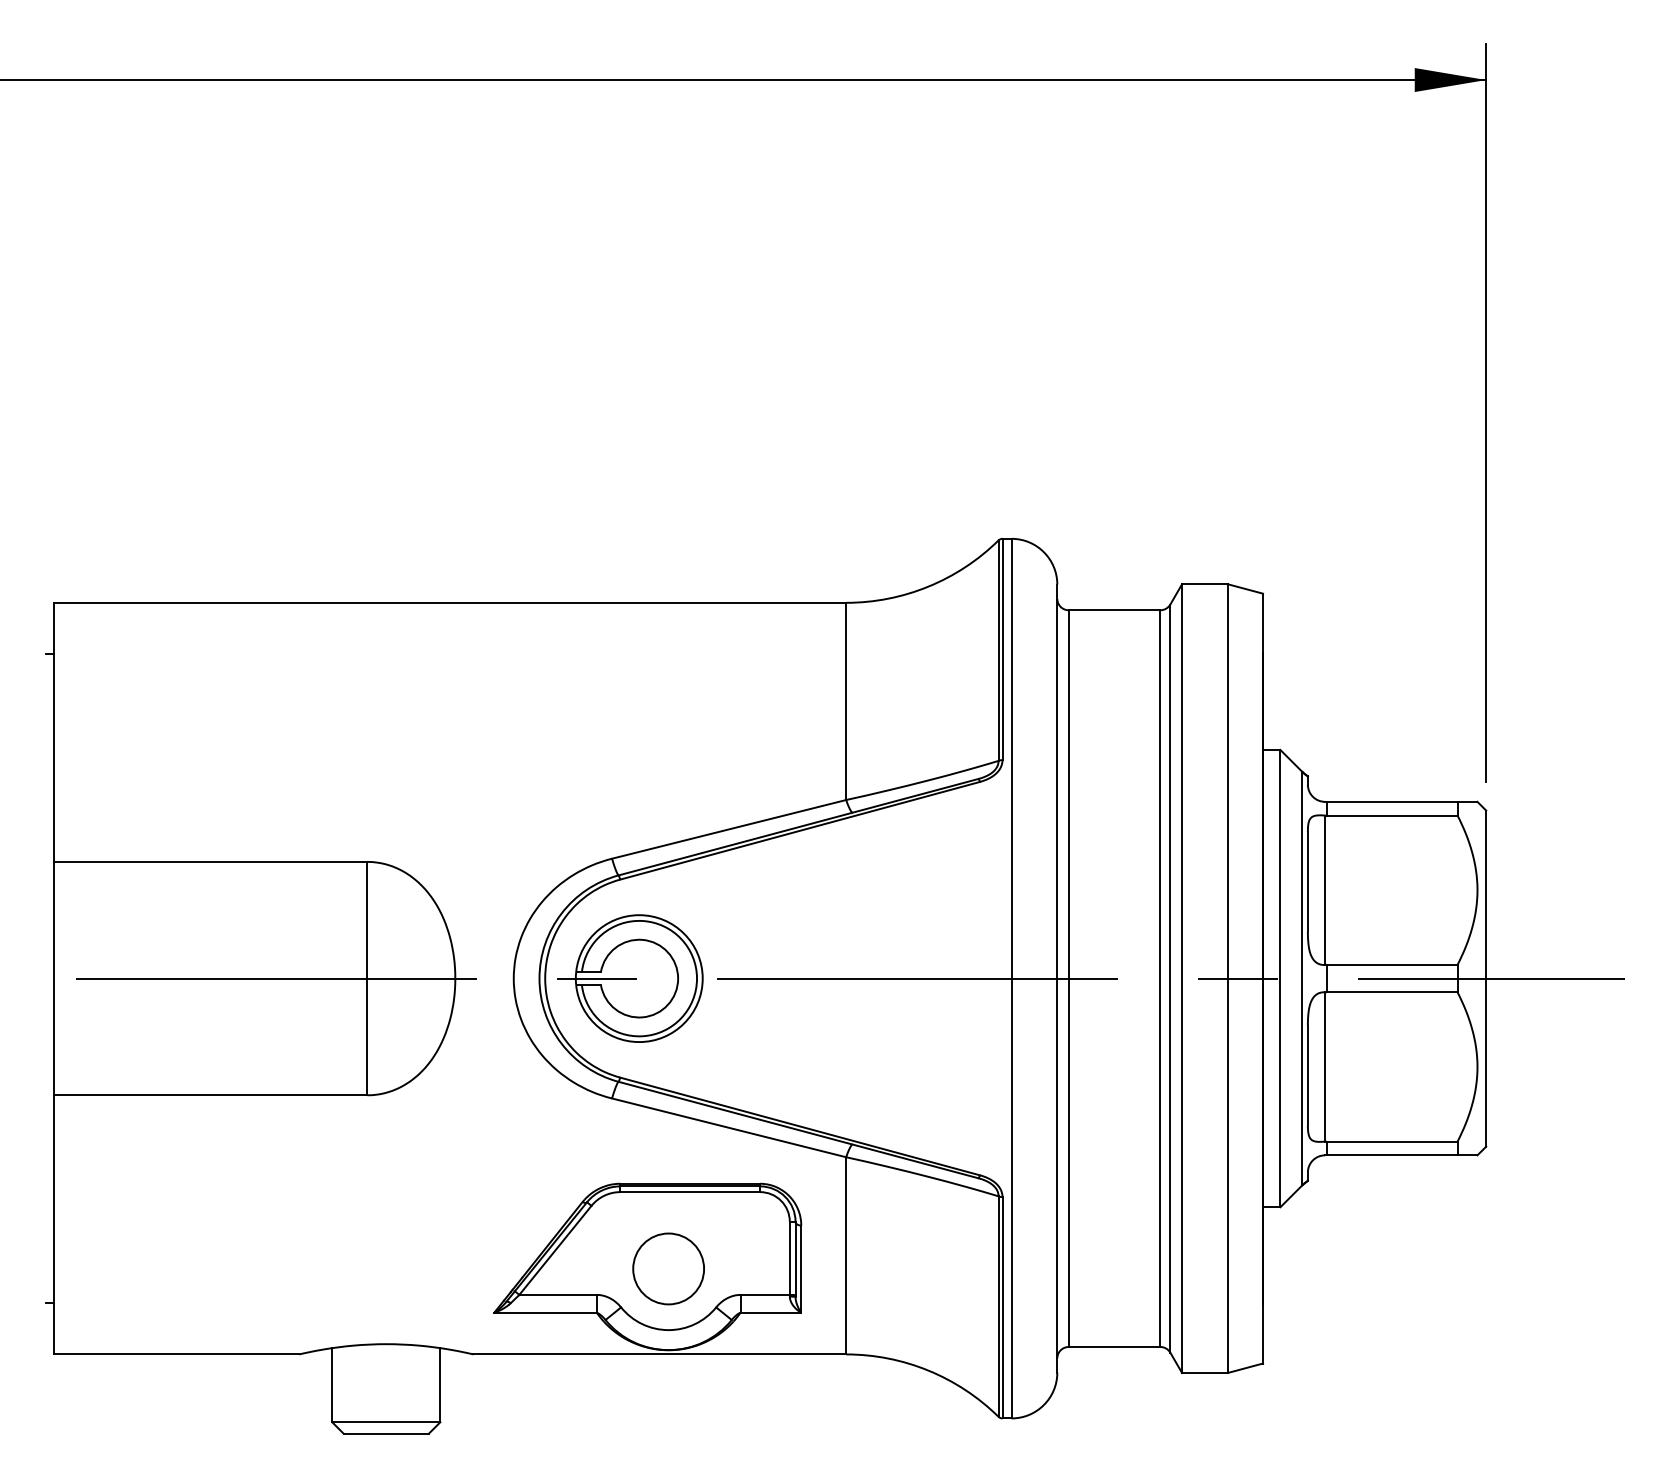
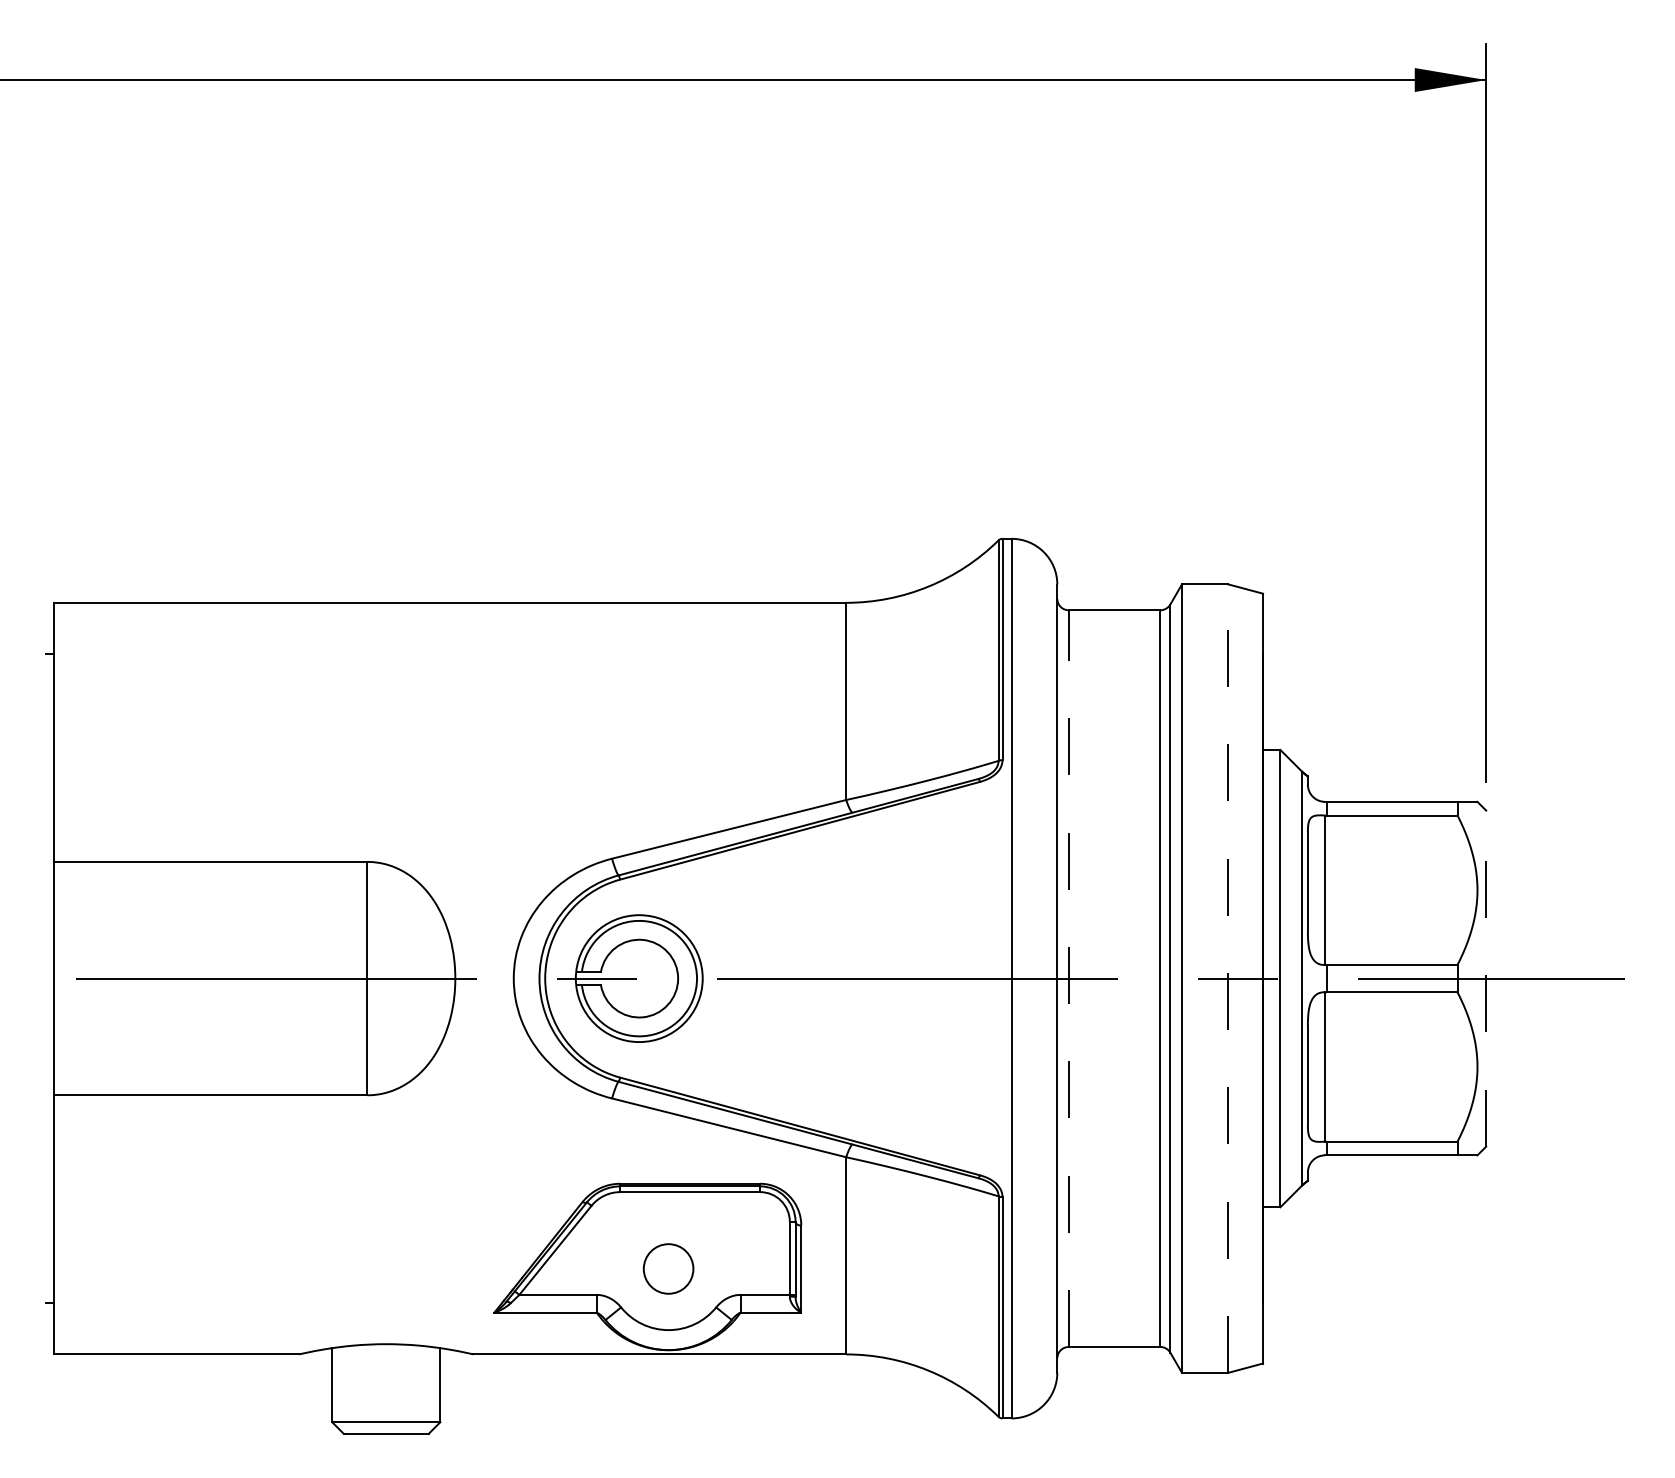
line at (1068, 978): solid -> dashed
line at (1227, 978): solid -> dashed
line at (1486, 978): solid -> dashed
circle at (668, 1268) size: 73x74 px -> 53x52 px
